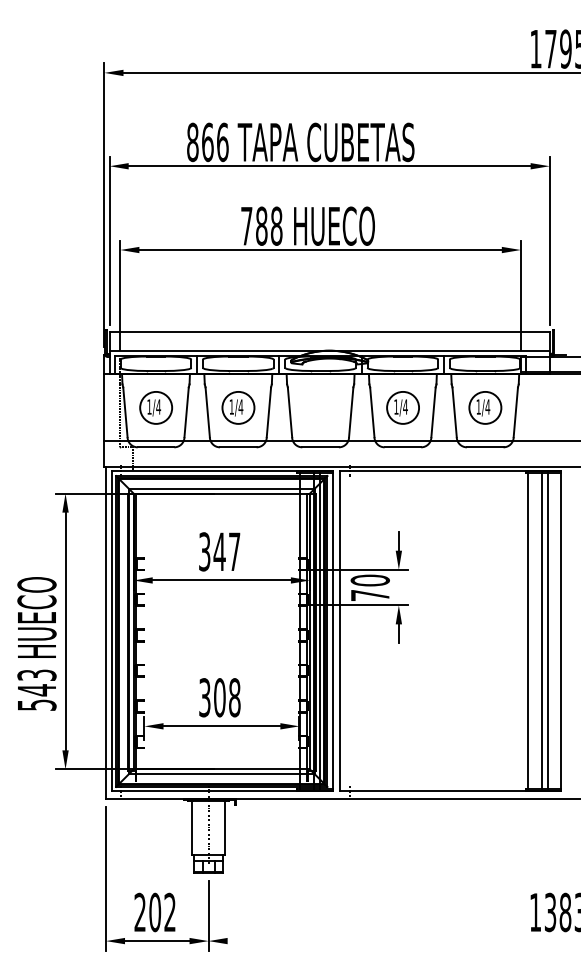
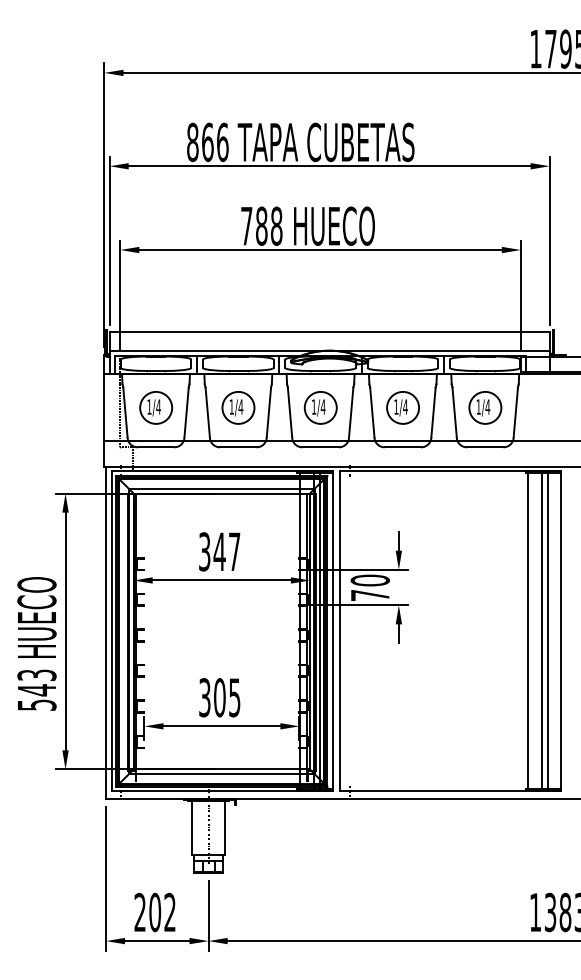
part at (320, 407): none -> present
text at (234, 697): 308 -> 305
line at (402, 941): none -> present
